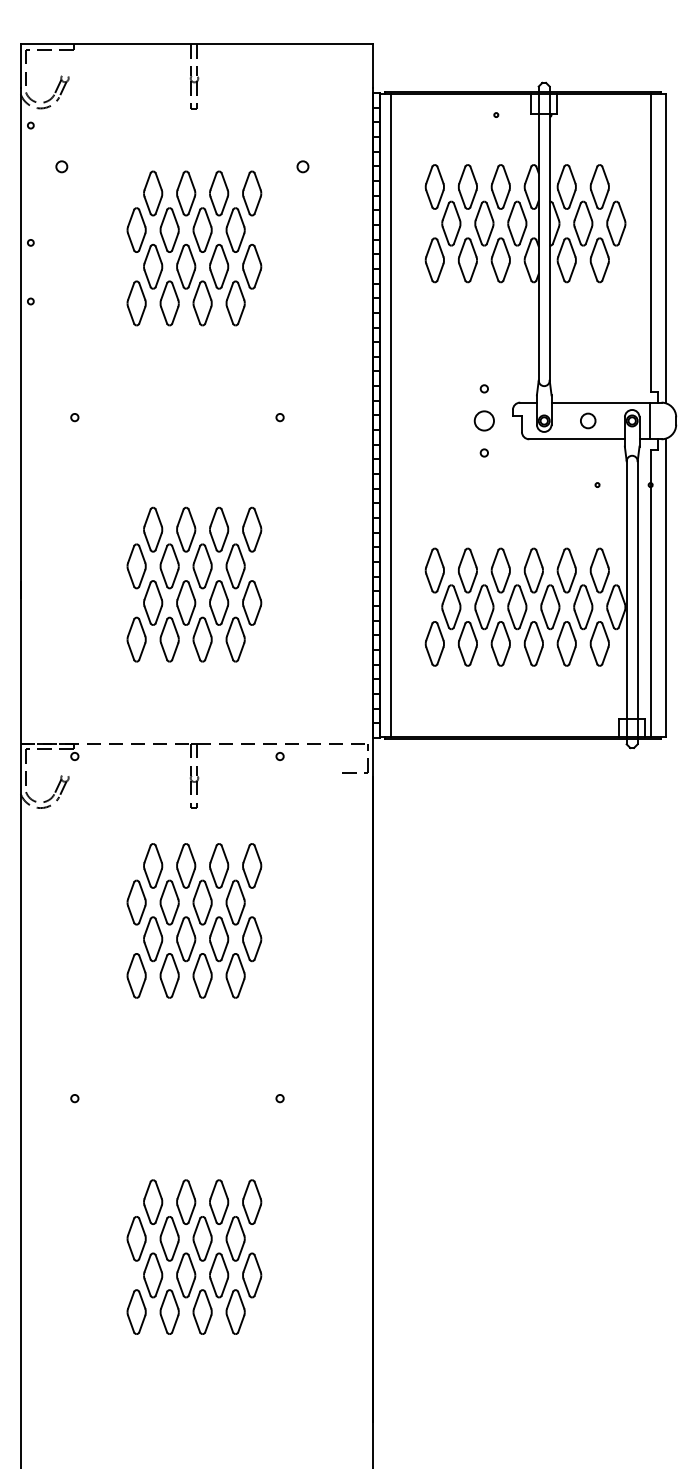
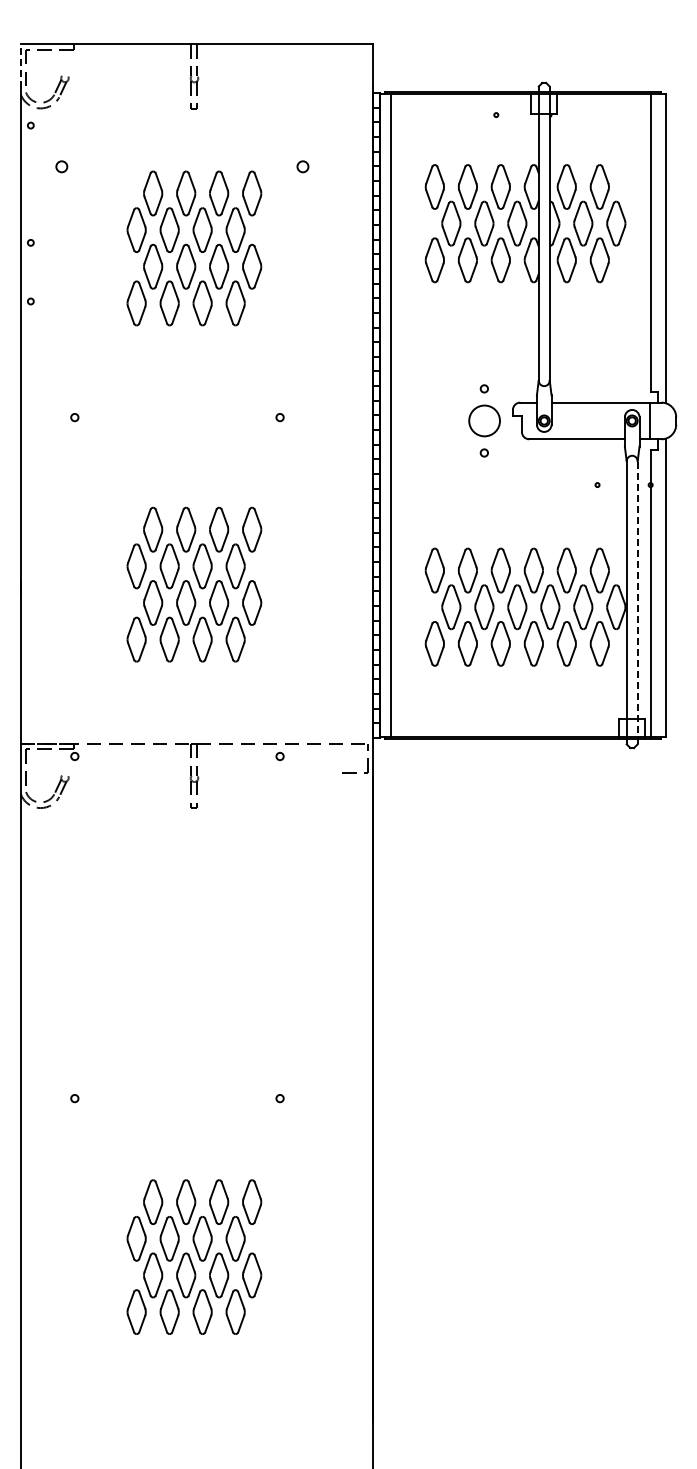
line at (20, 66): solid -> dashed
circle at (483, 420) size: 22x22 px -> 33x34 px
circle at (588, 420): present -> none
line at (637, 602): solid -> dashed
part at (194, 920): present -> none
